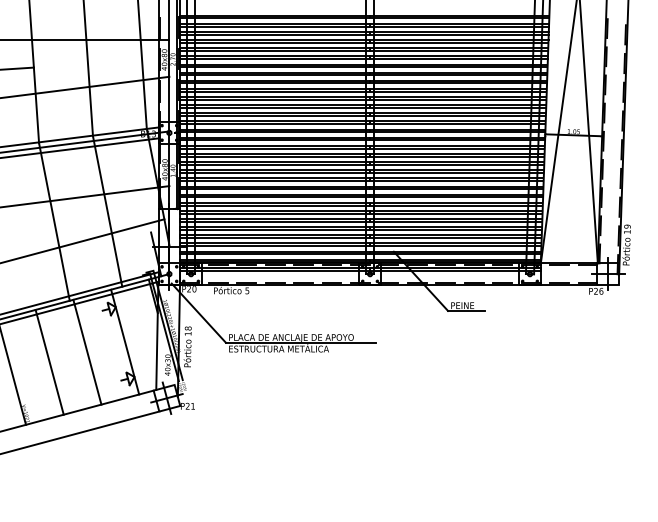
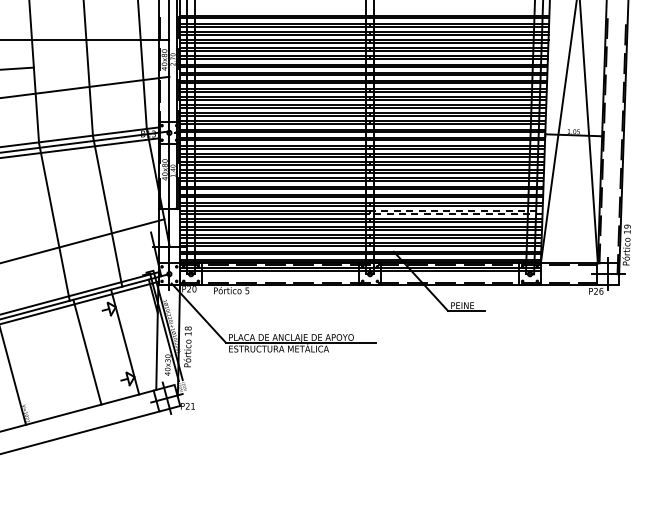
line at (85, 196): present -> none
line at (370, 211): solid -> dashed
line at (49, 361): present -> none
